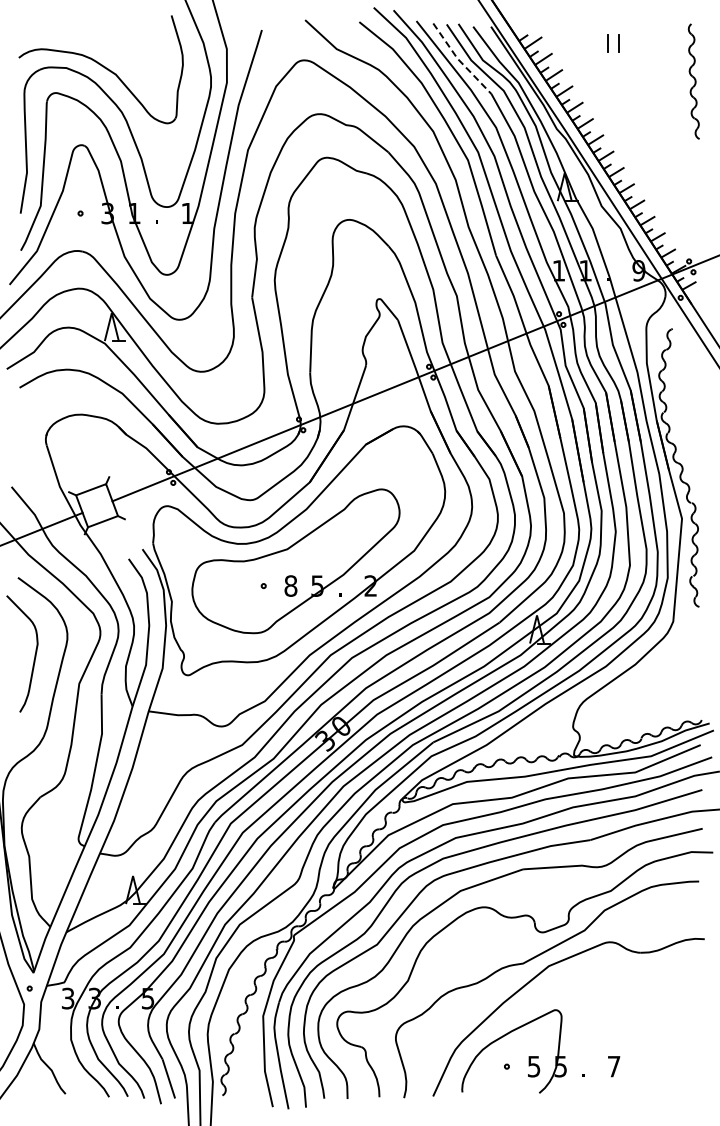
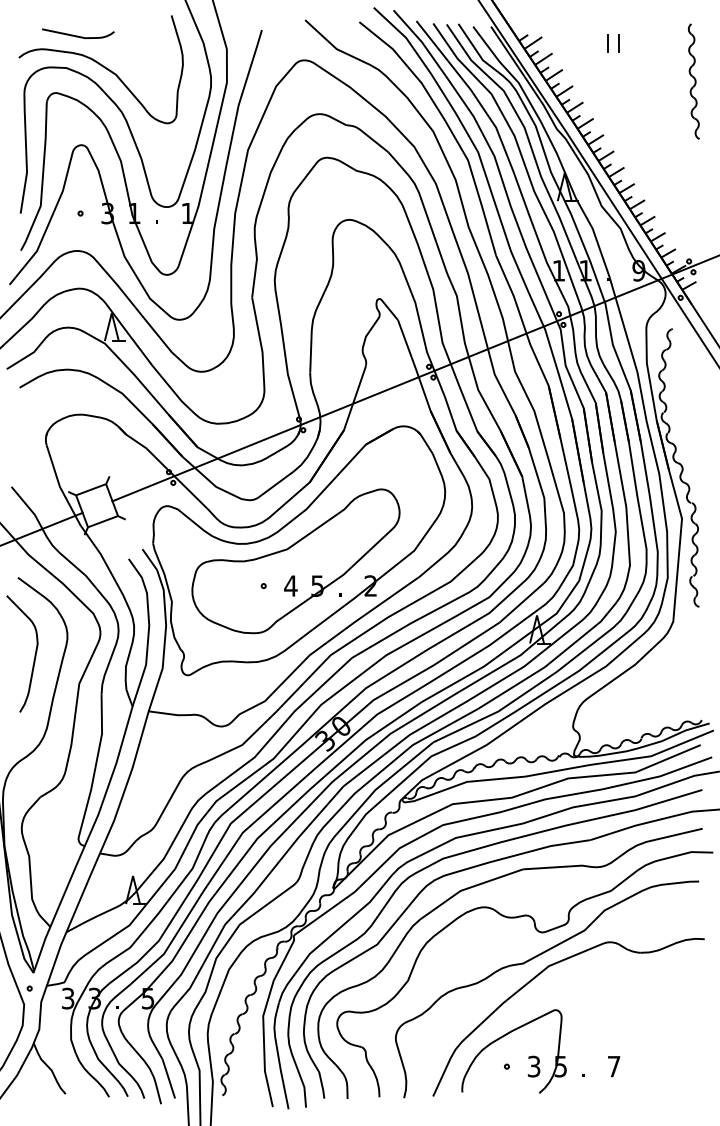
curve at (78, 35): none -> present
line at (459, 60): dashed -> solid
text at (290, 585): 8 -> 4
text at (534, 1065): 5 -> 3
